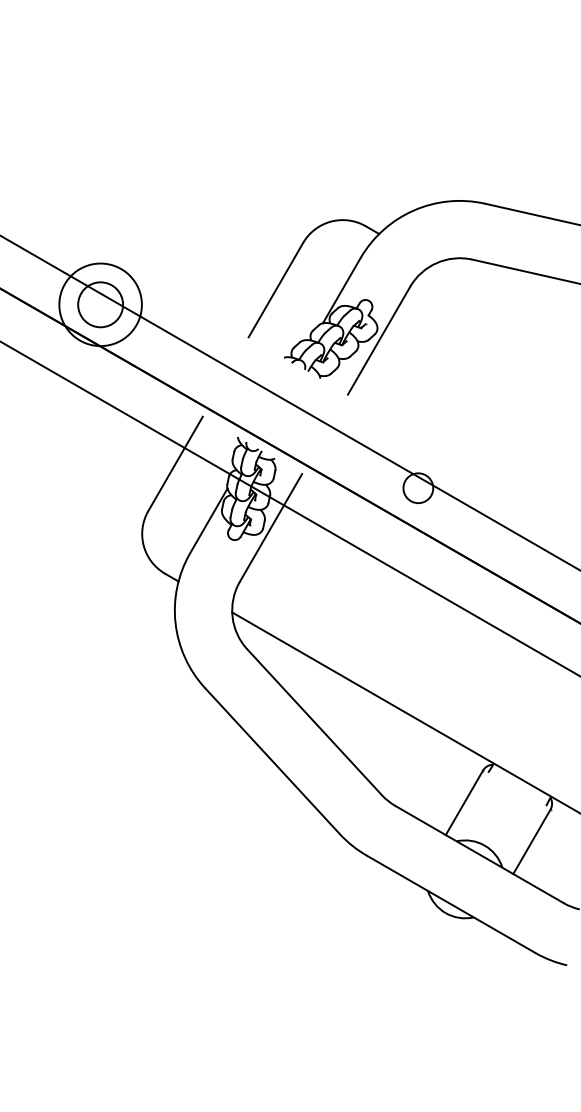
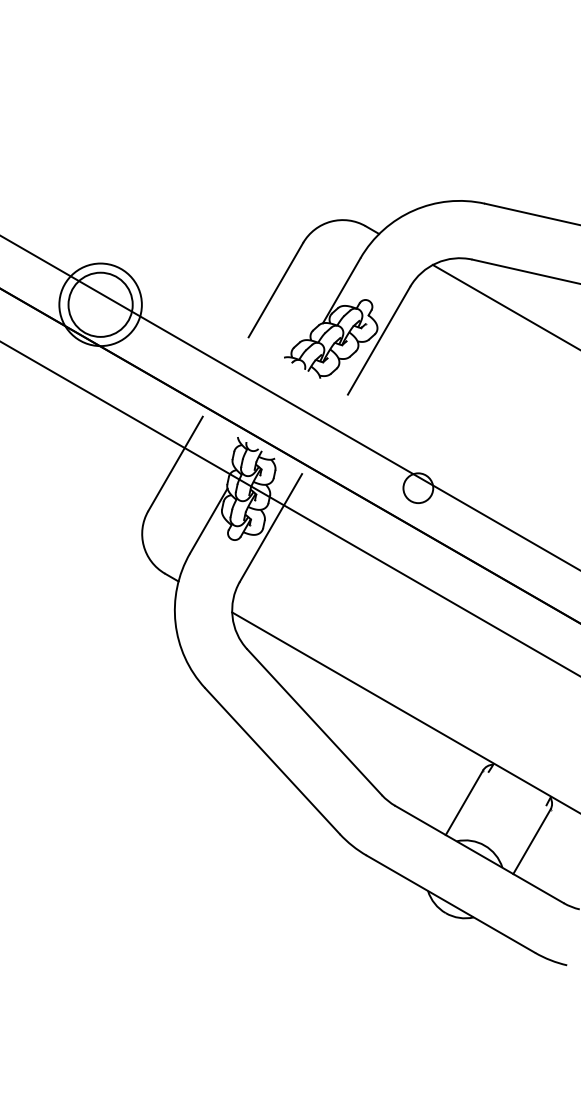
circle at (100, 304) diameter: 45 px -> 64 px
line at (504, 306): none -> present
